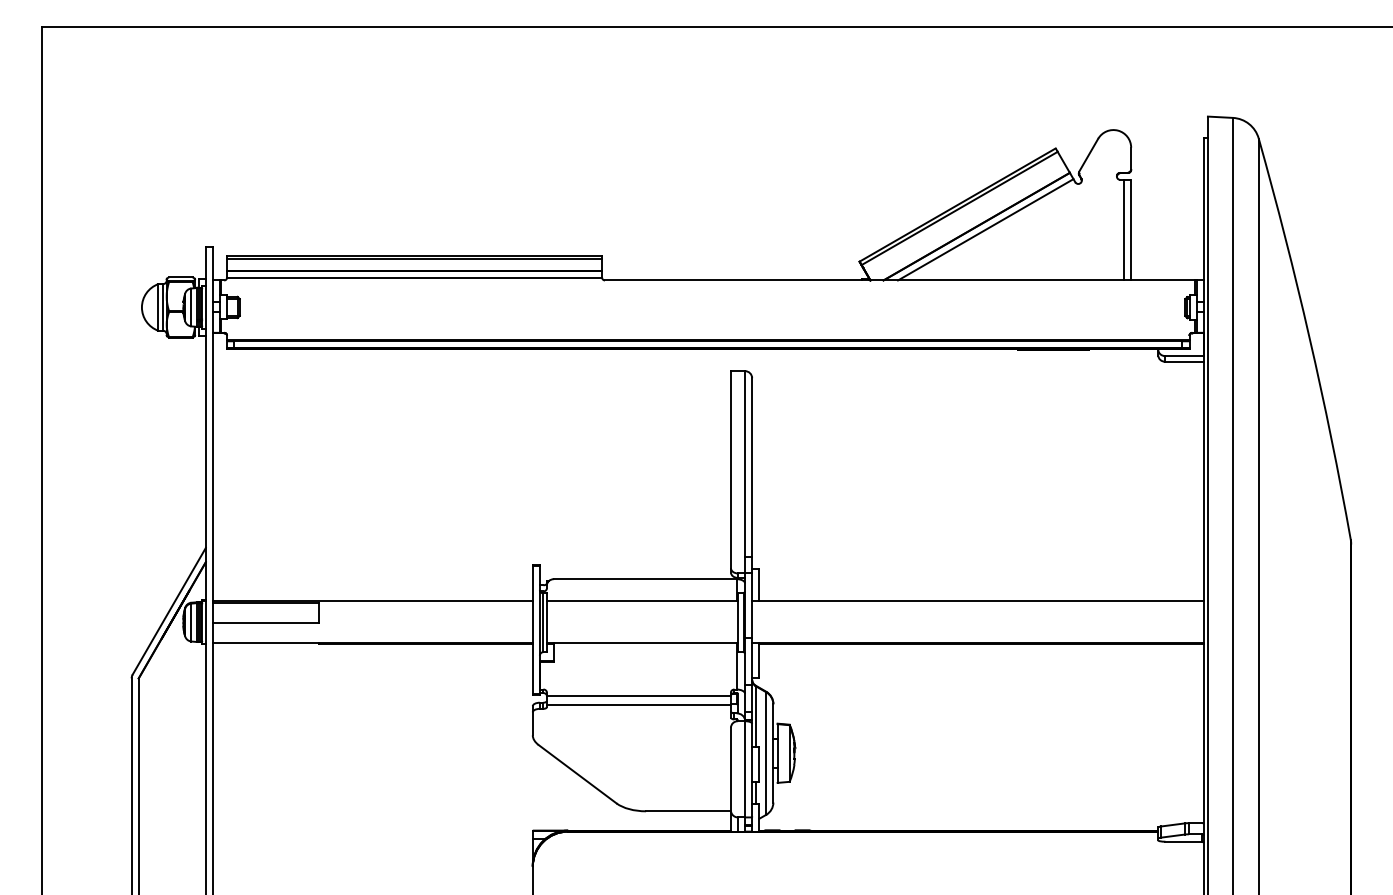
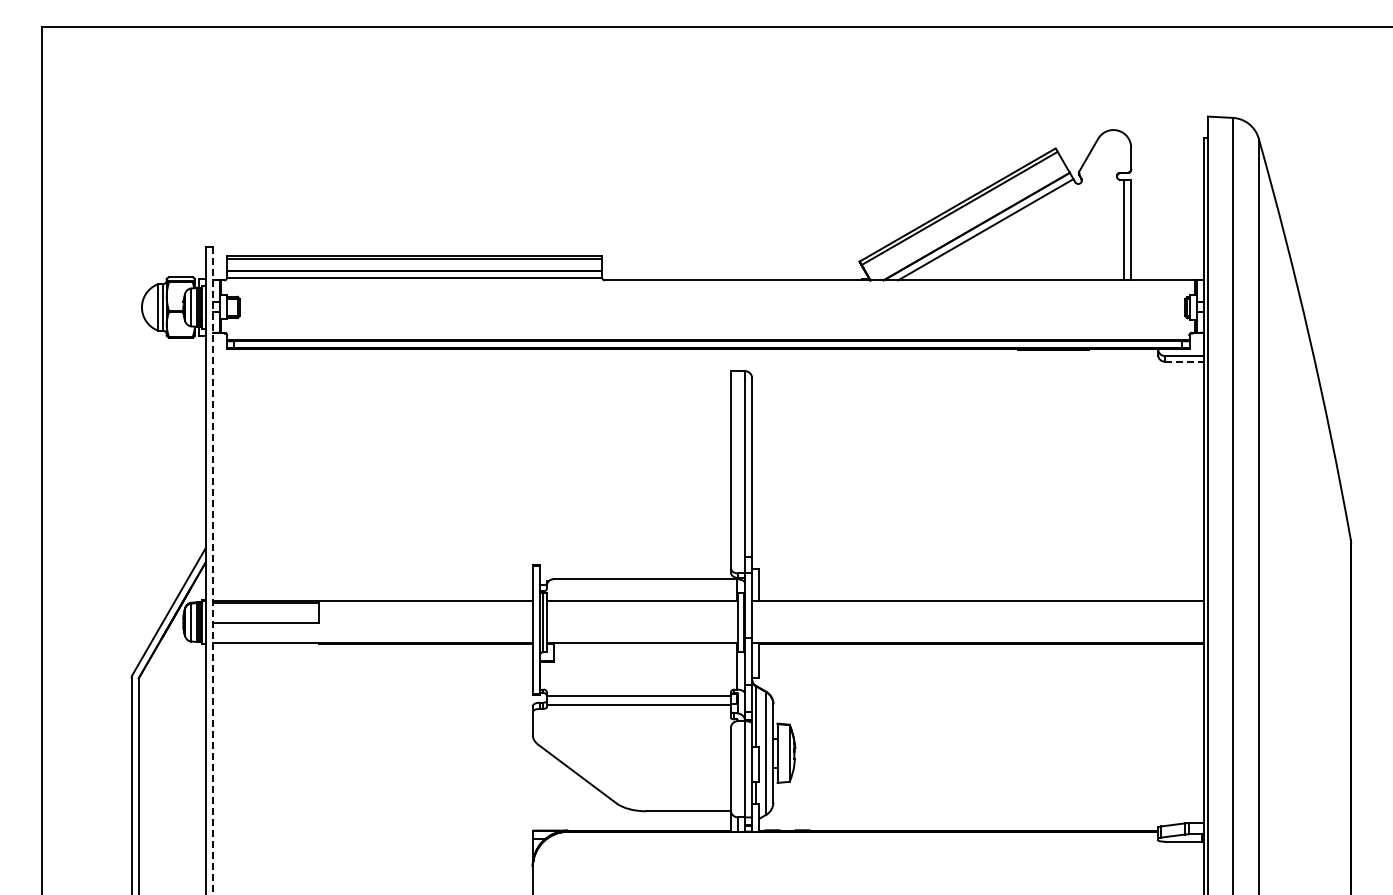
line at (1185, 361): solid -> dashed
line at (212, 571): solid -> dashed
